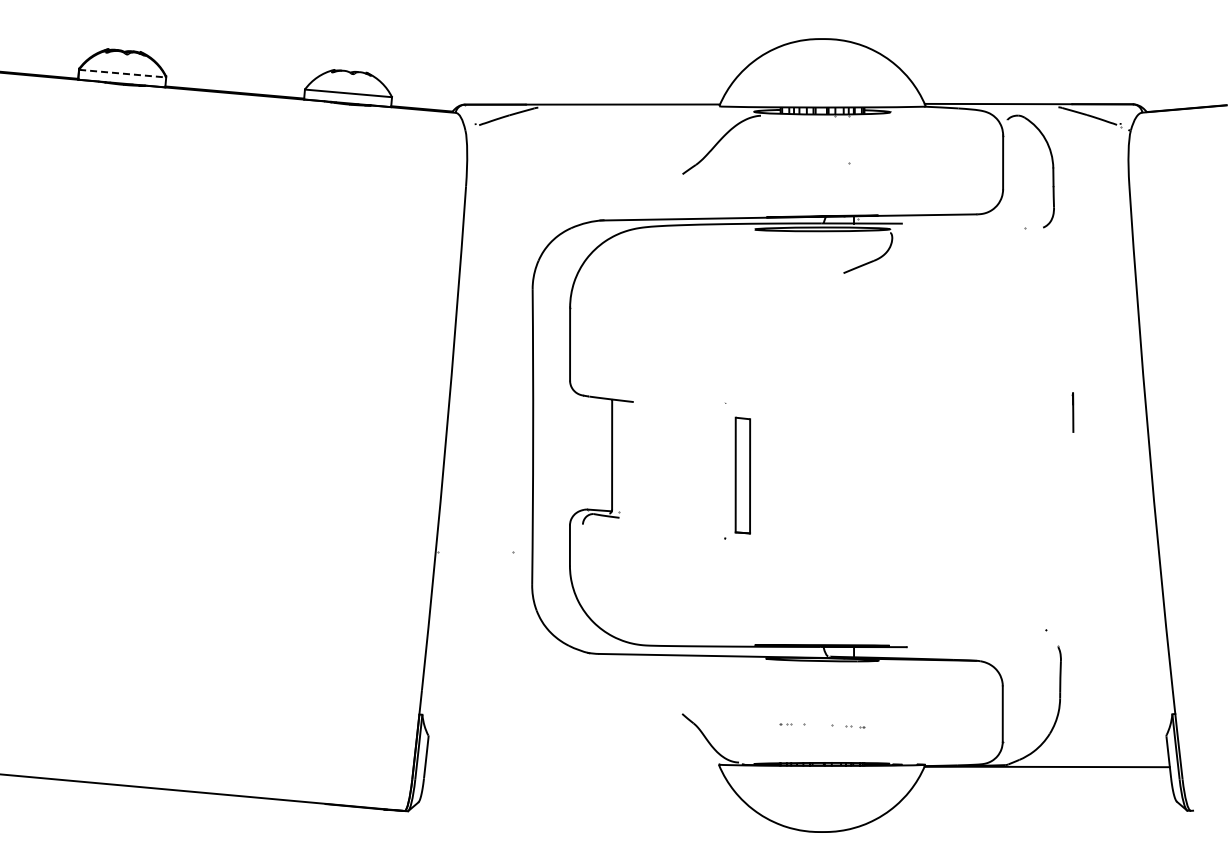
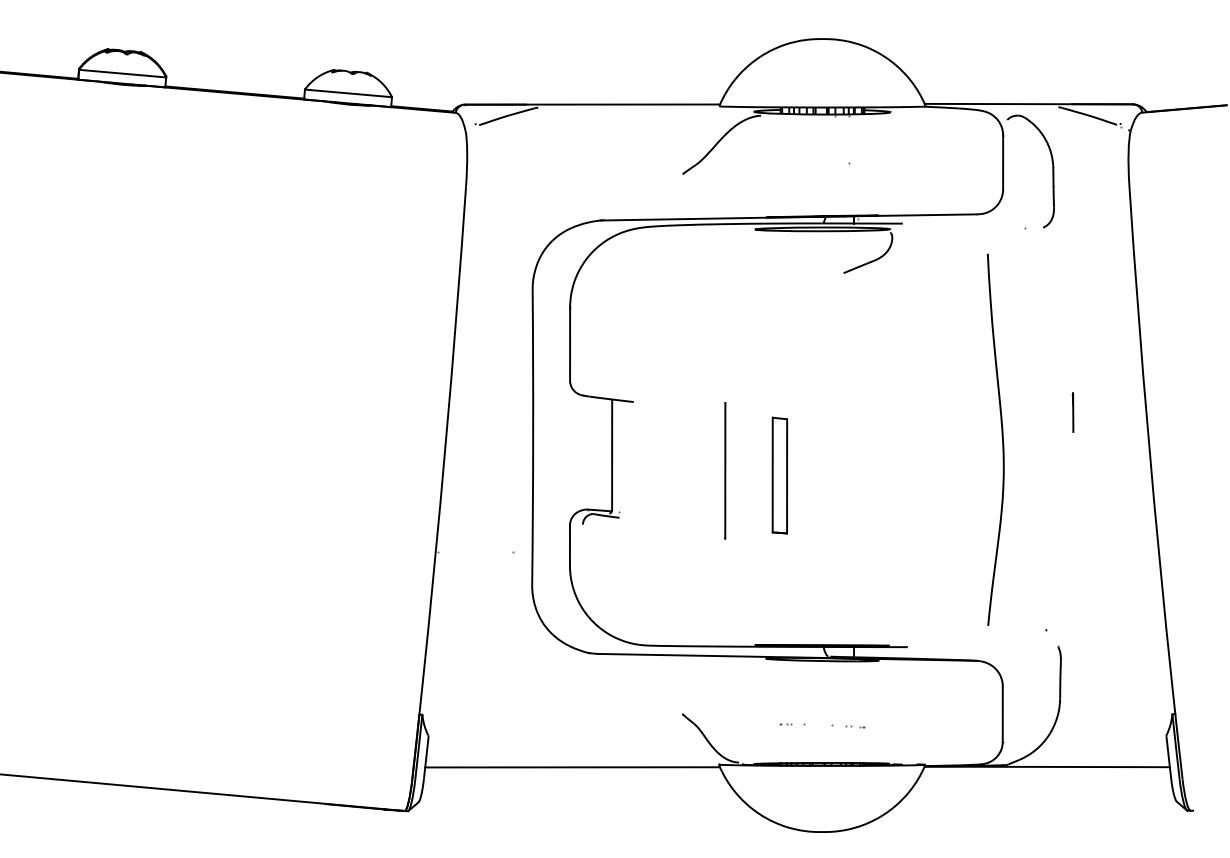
line at (122, 73): dashed -> solid
curve at (1001, 436): none -> present
line at (725, 470): none -> present
part at (742, 475) position: (742, 475) -> (779, 475)
line at (572, 767): none -> present
